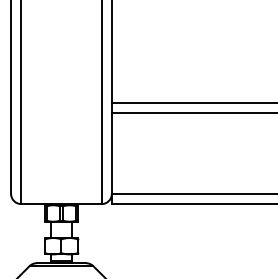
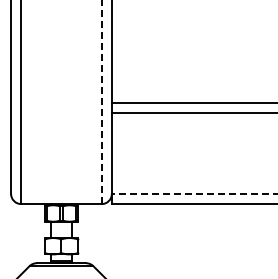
line at (101, 102): solid -> dashed
line at (194, 193): solid -> dashed
